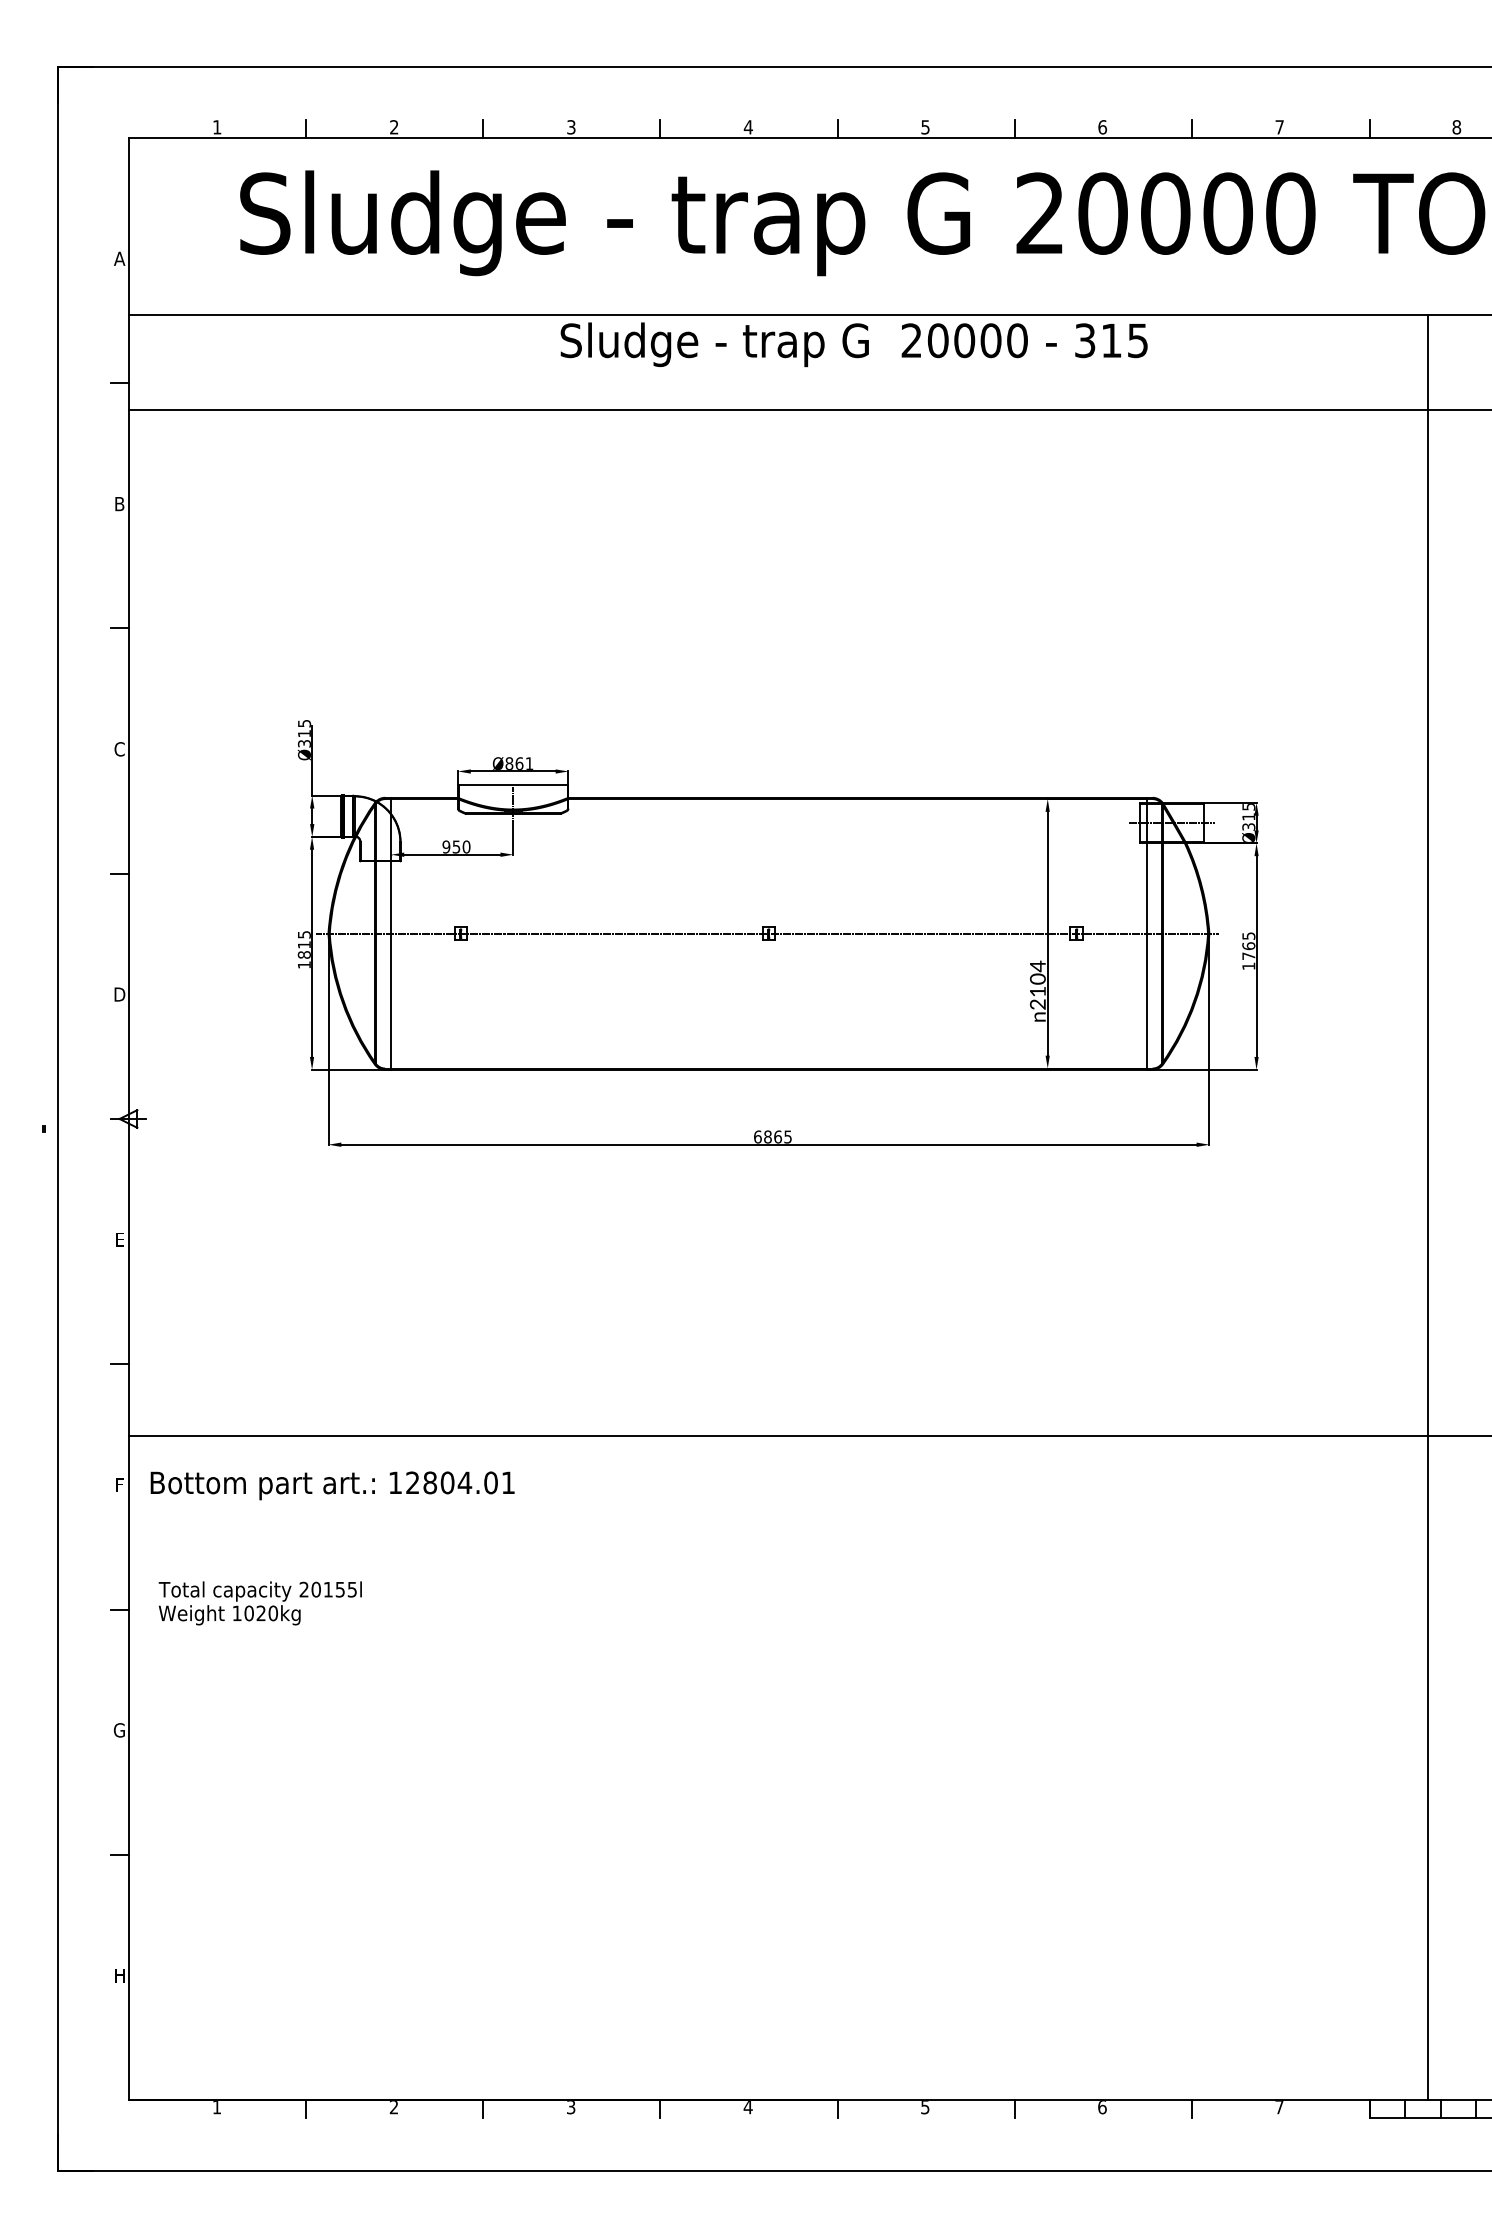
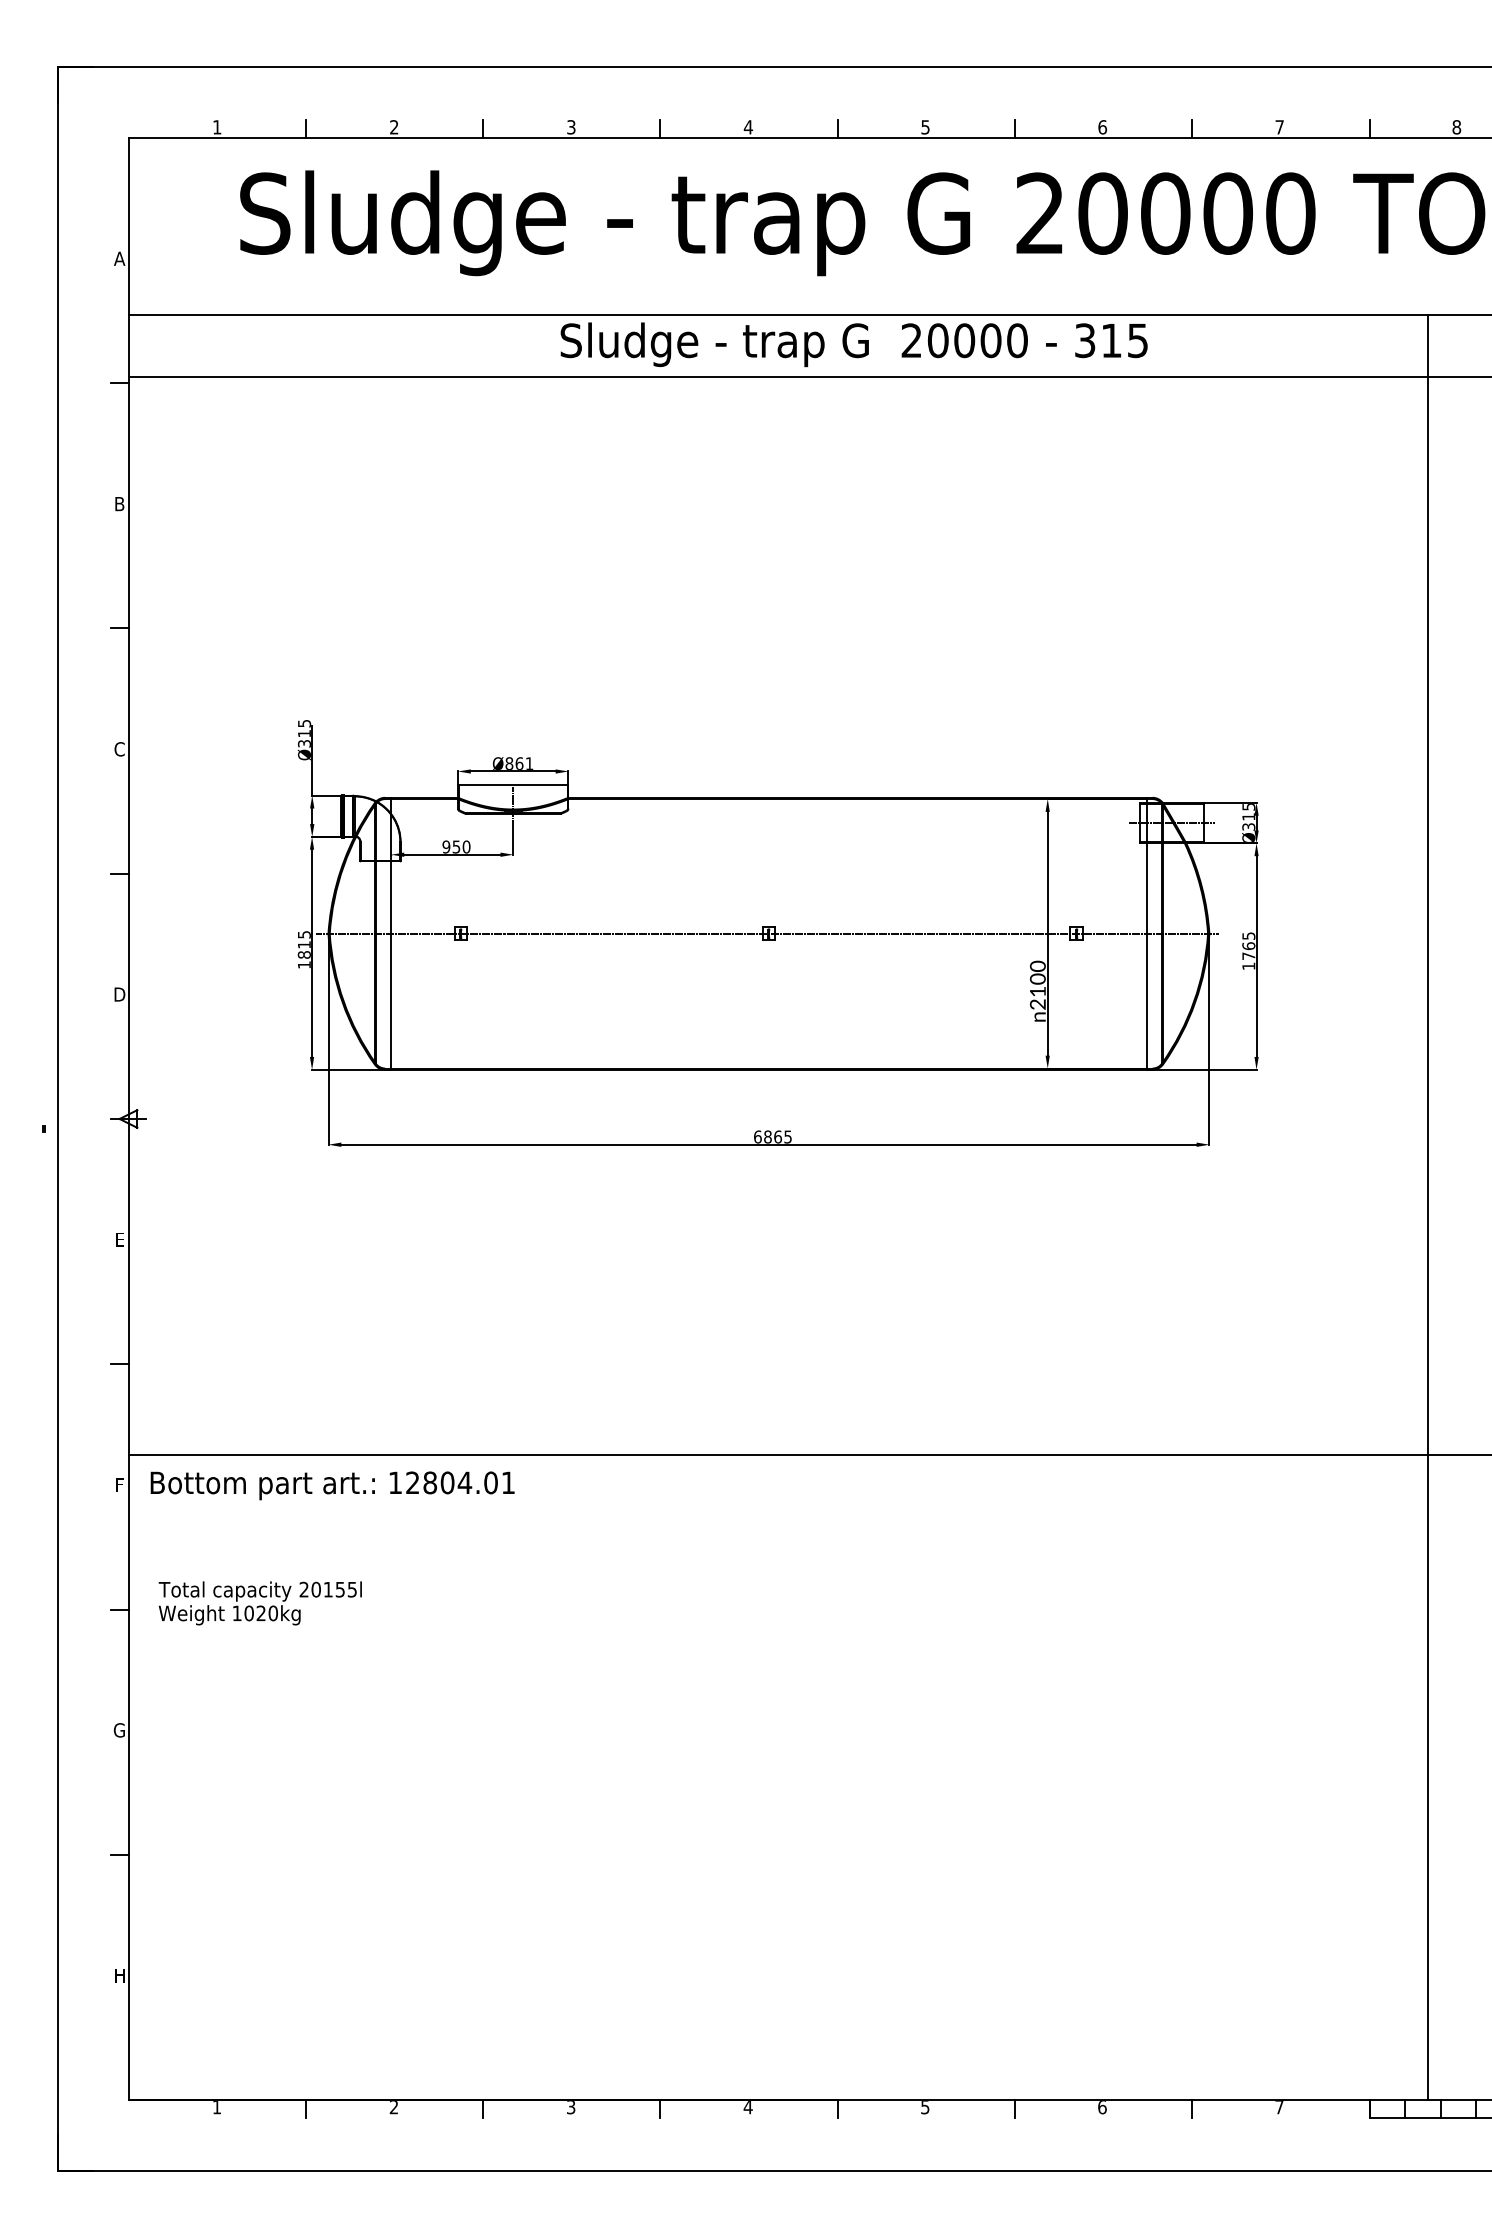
line at (808, 410) position: (808, 410) -> (808, 377)
text at (1037, 966): 2104 -> 2100
line at (808, 1435) position: (808, 1435) -> (808, 1454)
